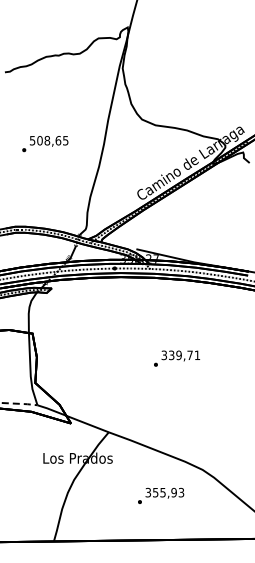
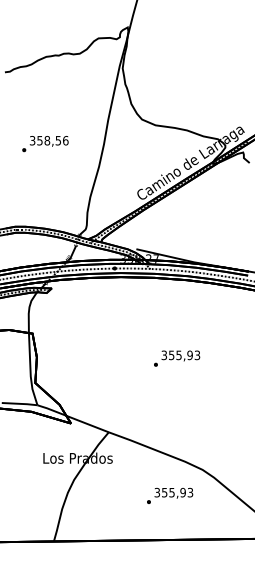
text at (49, 140): 508,65 -> 358,56
text at (184, 355): 339,71 -> 355,93
line at (20, 403): dashed -> solid
text at (161, 495) position: (161, 495) -> (170, 495)
